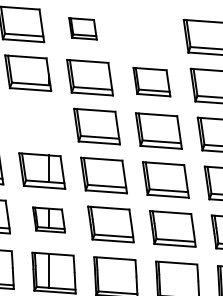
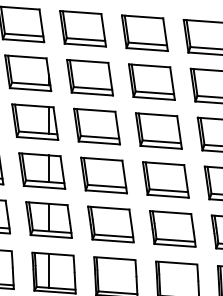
part at (82, 28) size: 30x24 px -> 48x38 px
part at (144, 32): none -> present
part at (151, 82) size: 40x31 px -> 48x38 px
part at (35, 121): none -> present
part at (48, 219) size: 34x28 px -> 48x38 px
